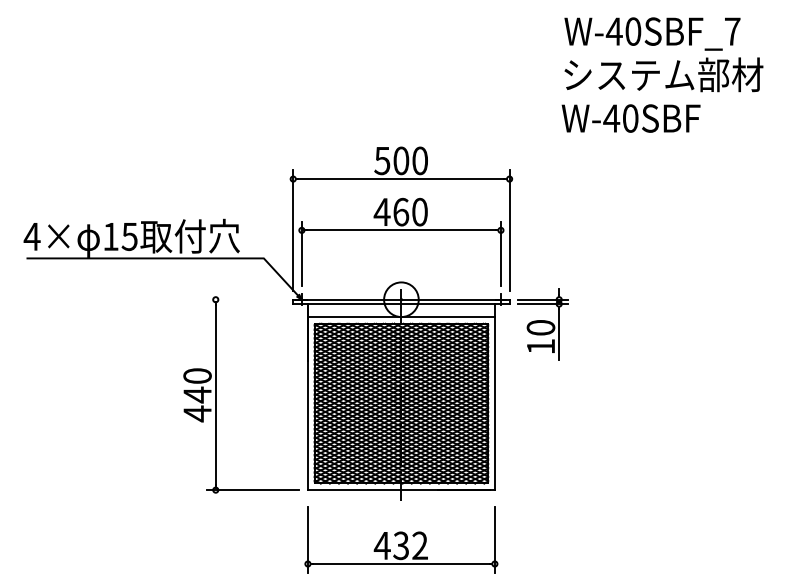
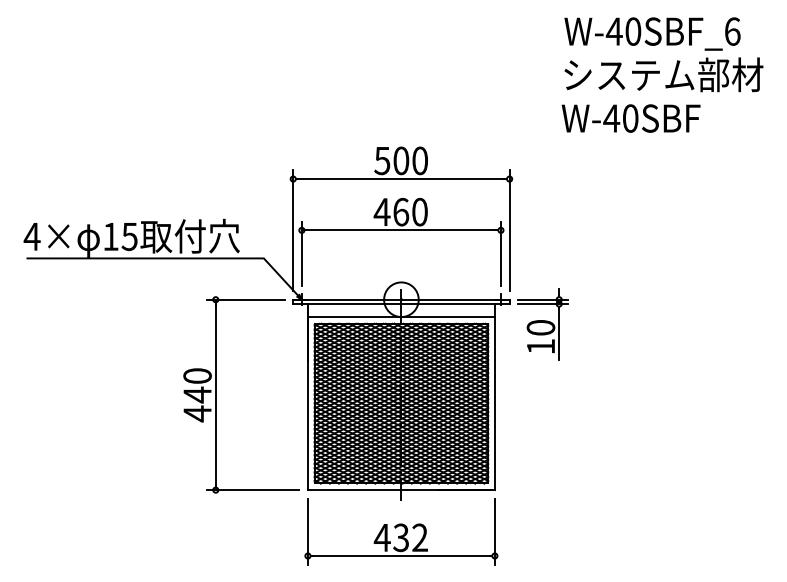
text at (732, 31): W-40SBF_7 -> W-40SBF_6
line at (245, 299): none -> present
part at (401, 539) position: (401, 539) -> (401, 531)
